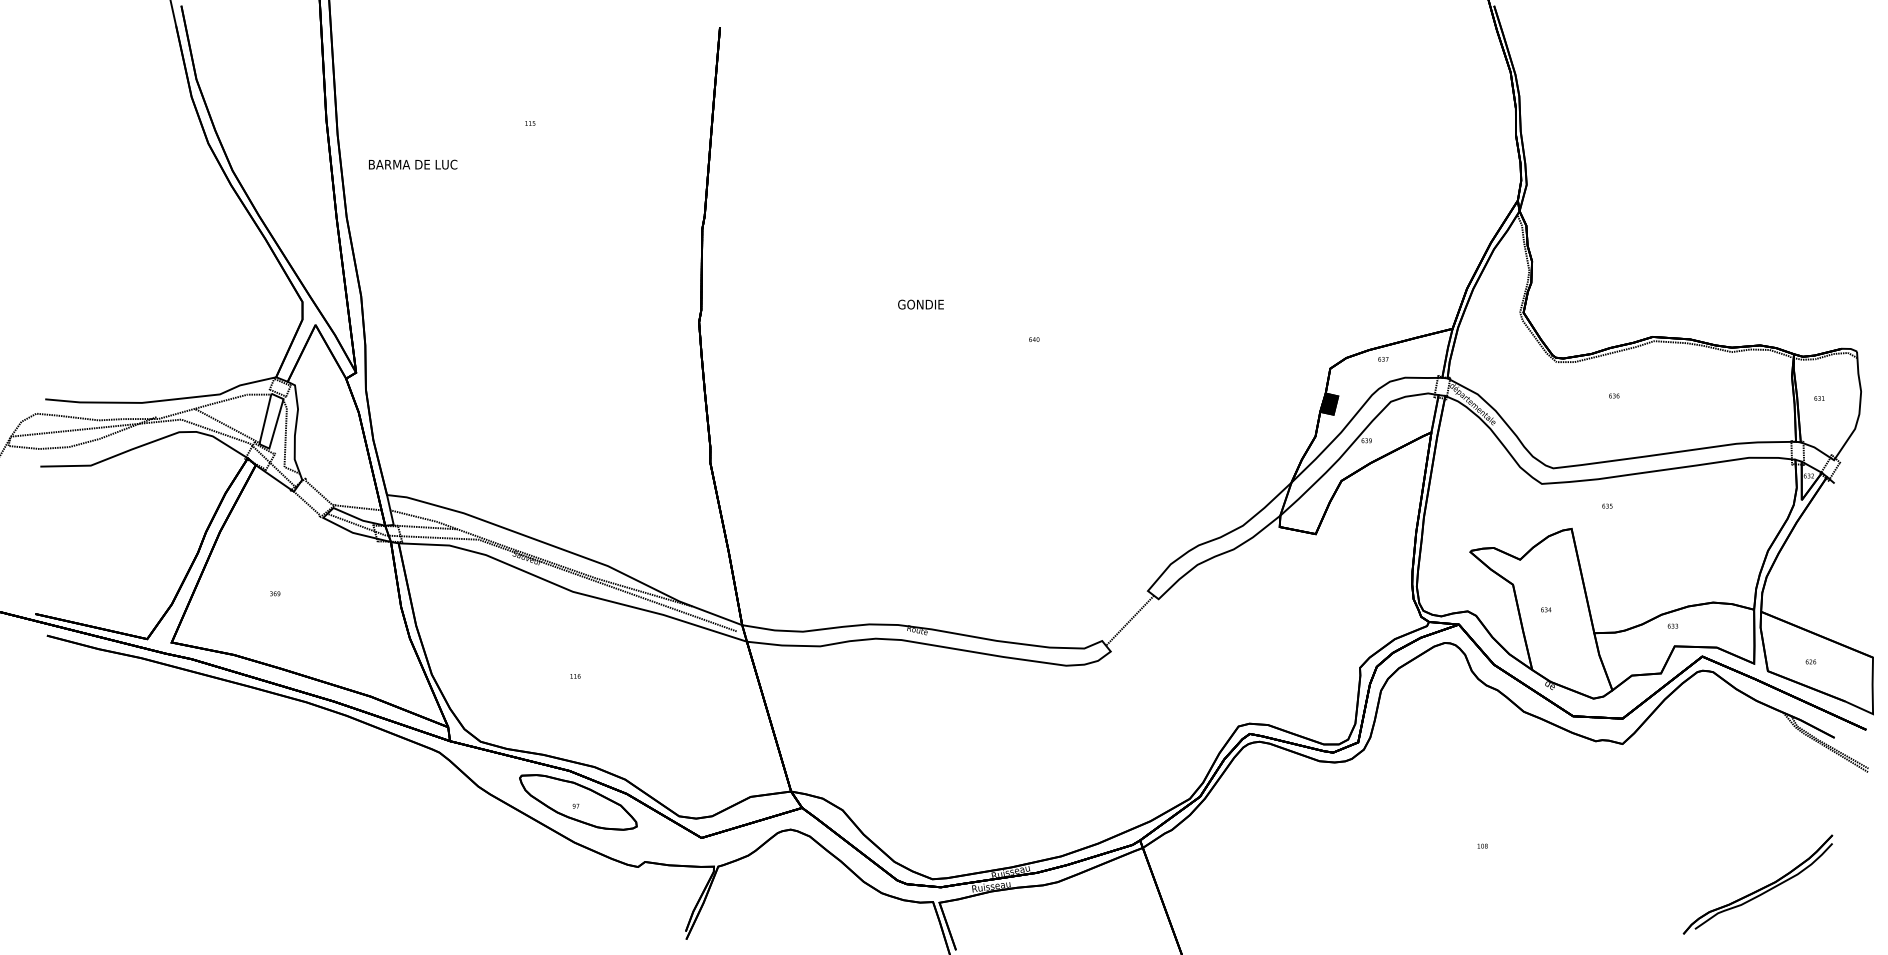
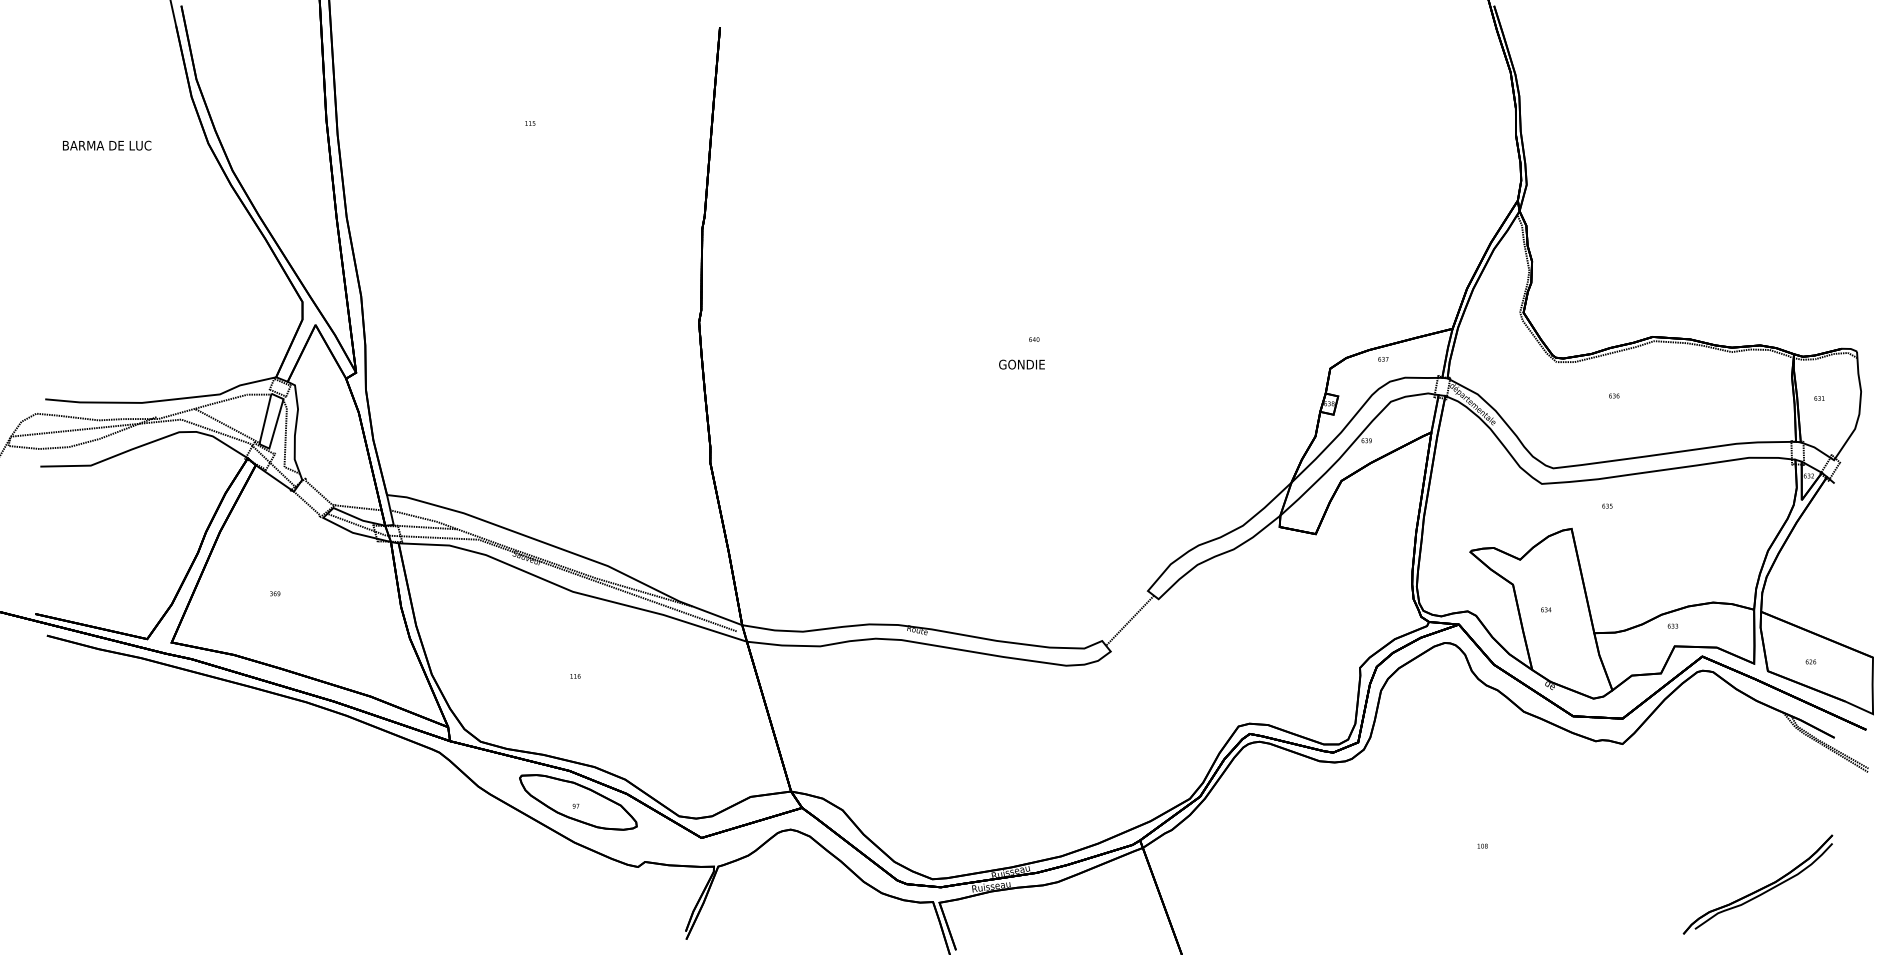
text at (413, 164) position: (413, 164) -> (107, 145)
text at (920, 304) position: (920, 304) -> (1021, 364)
fill at (1329, 403): present -> none
